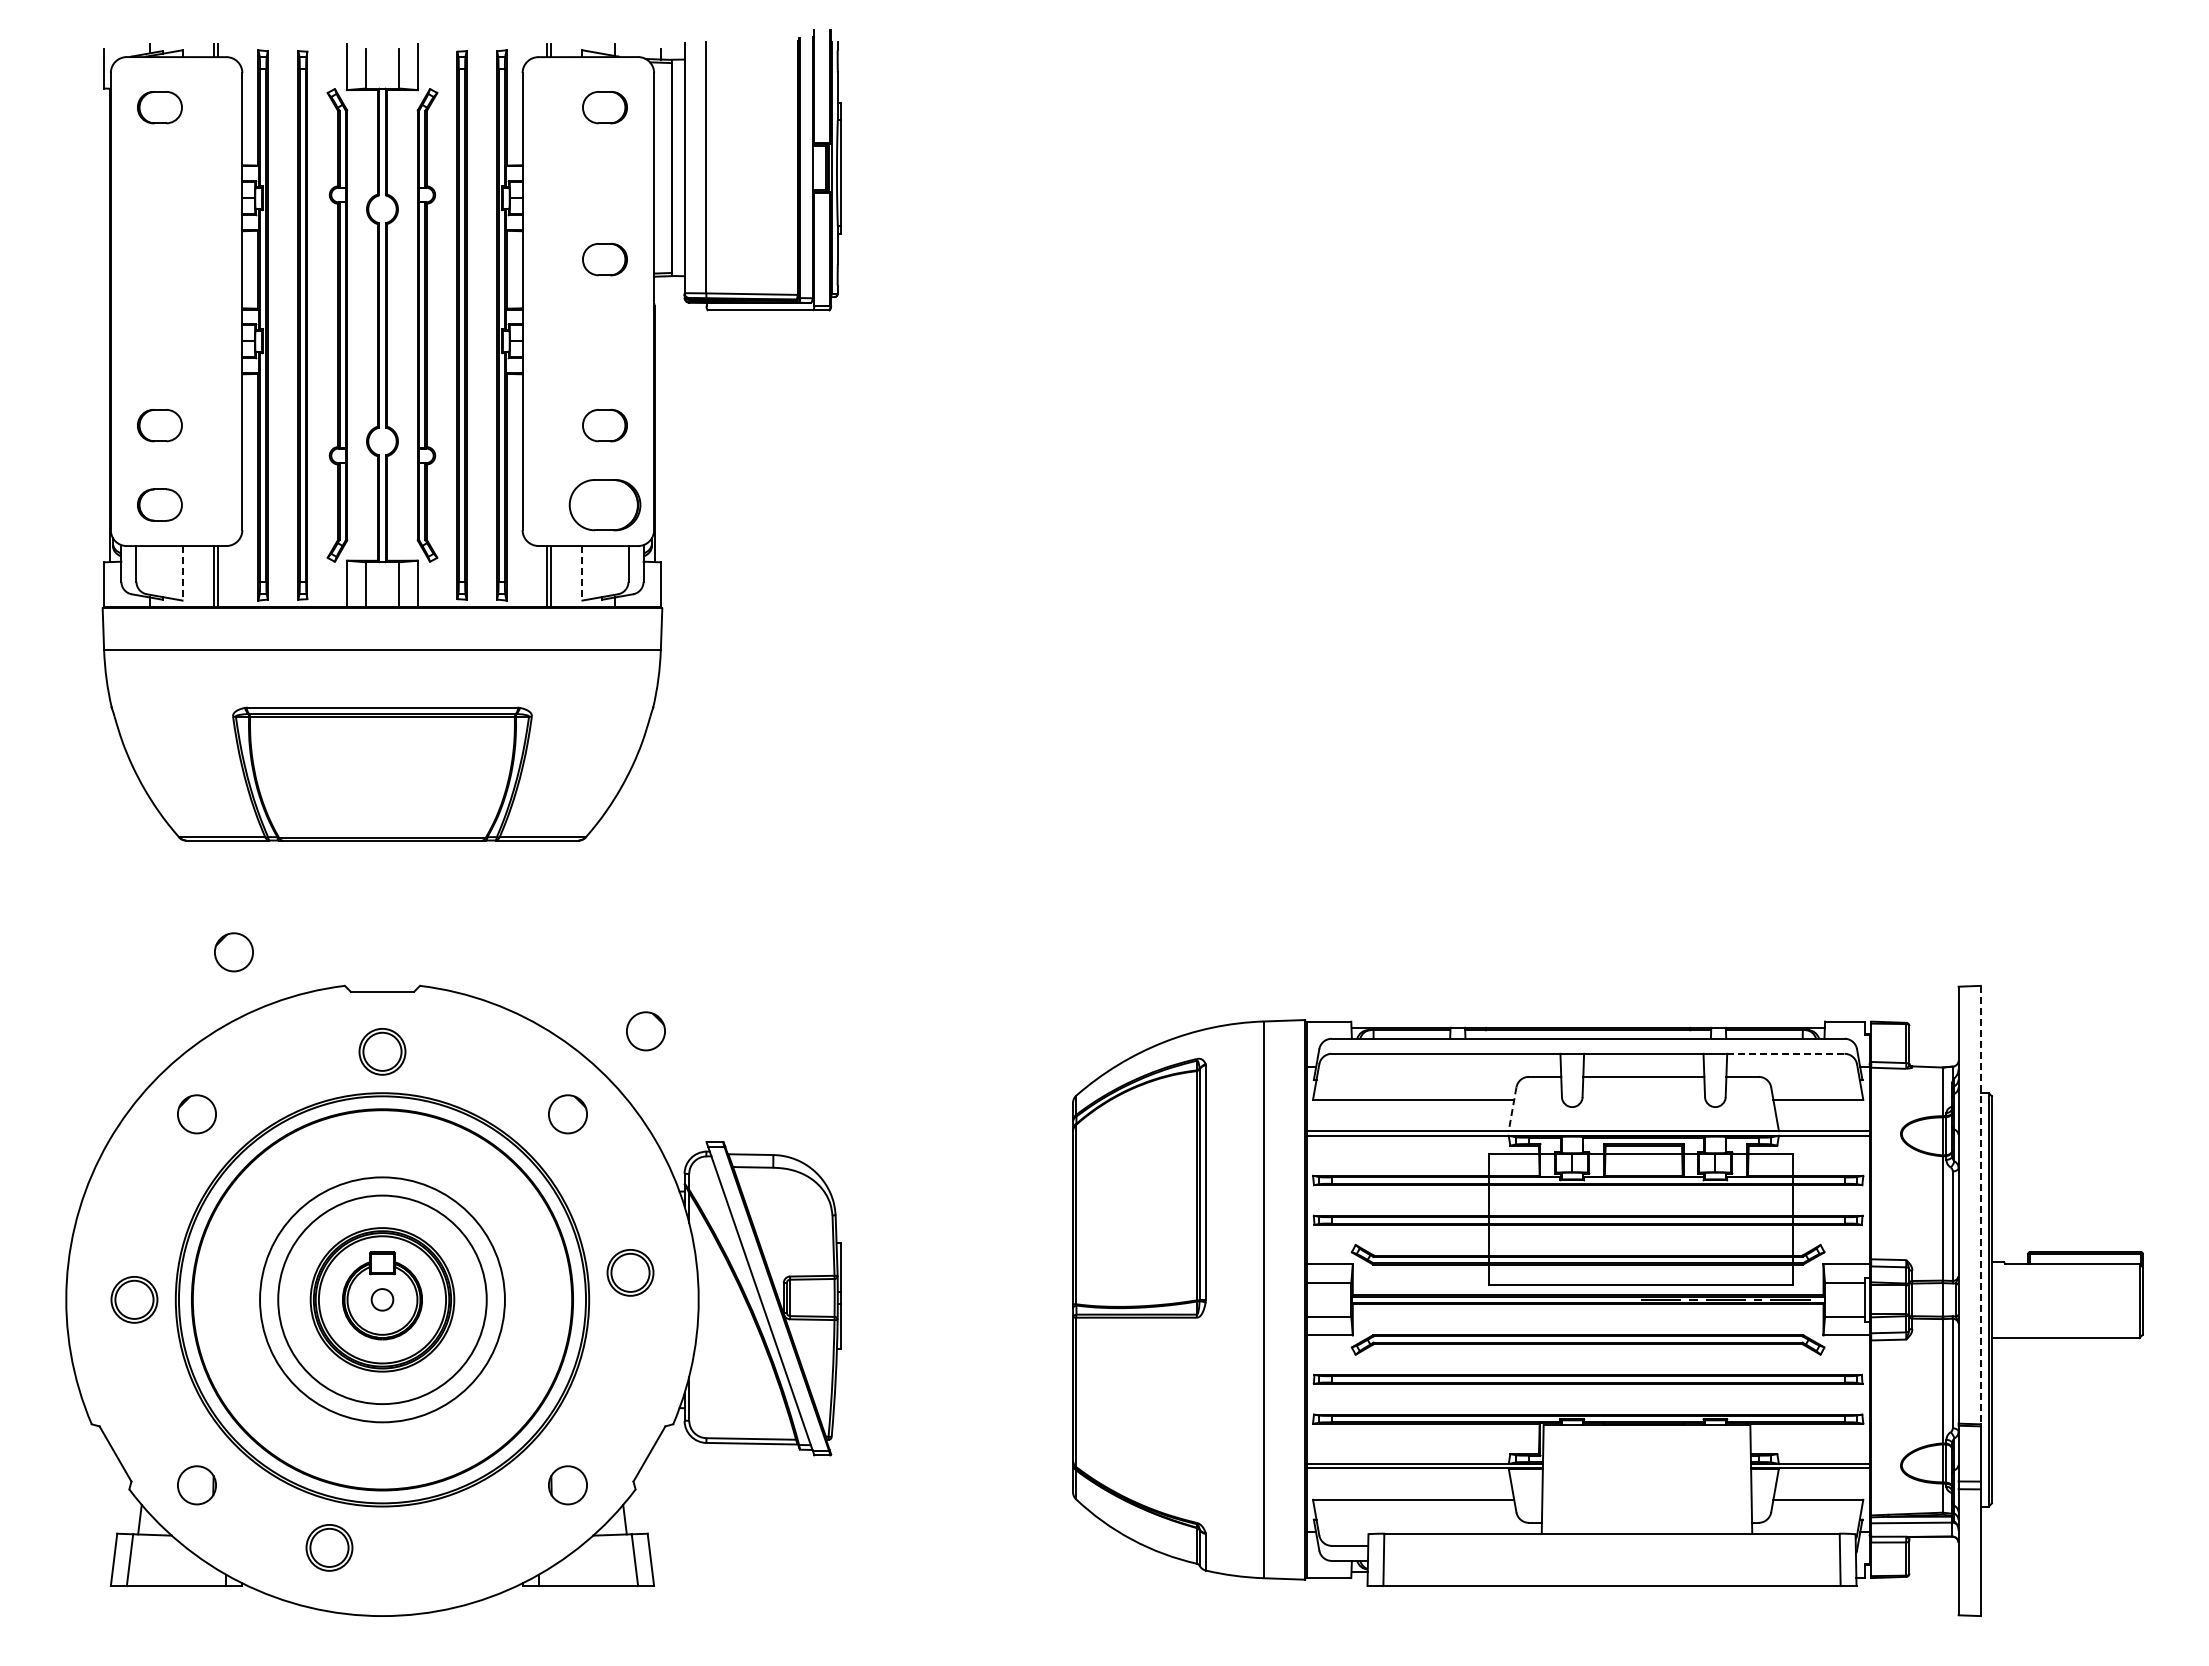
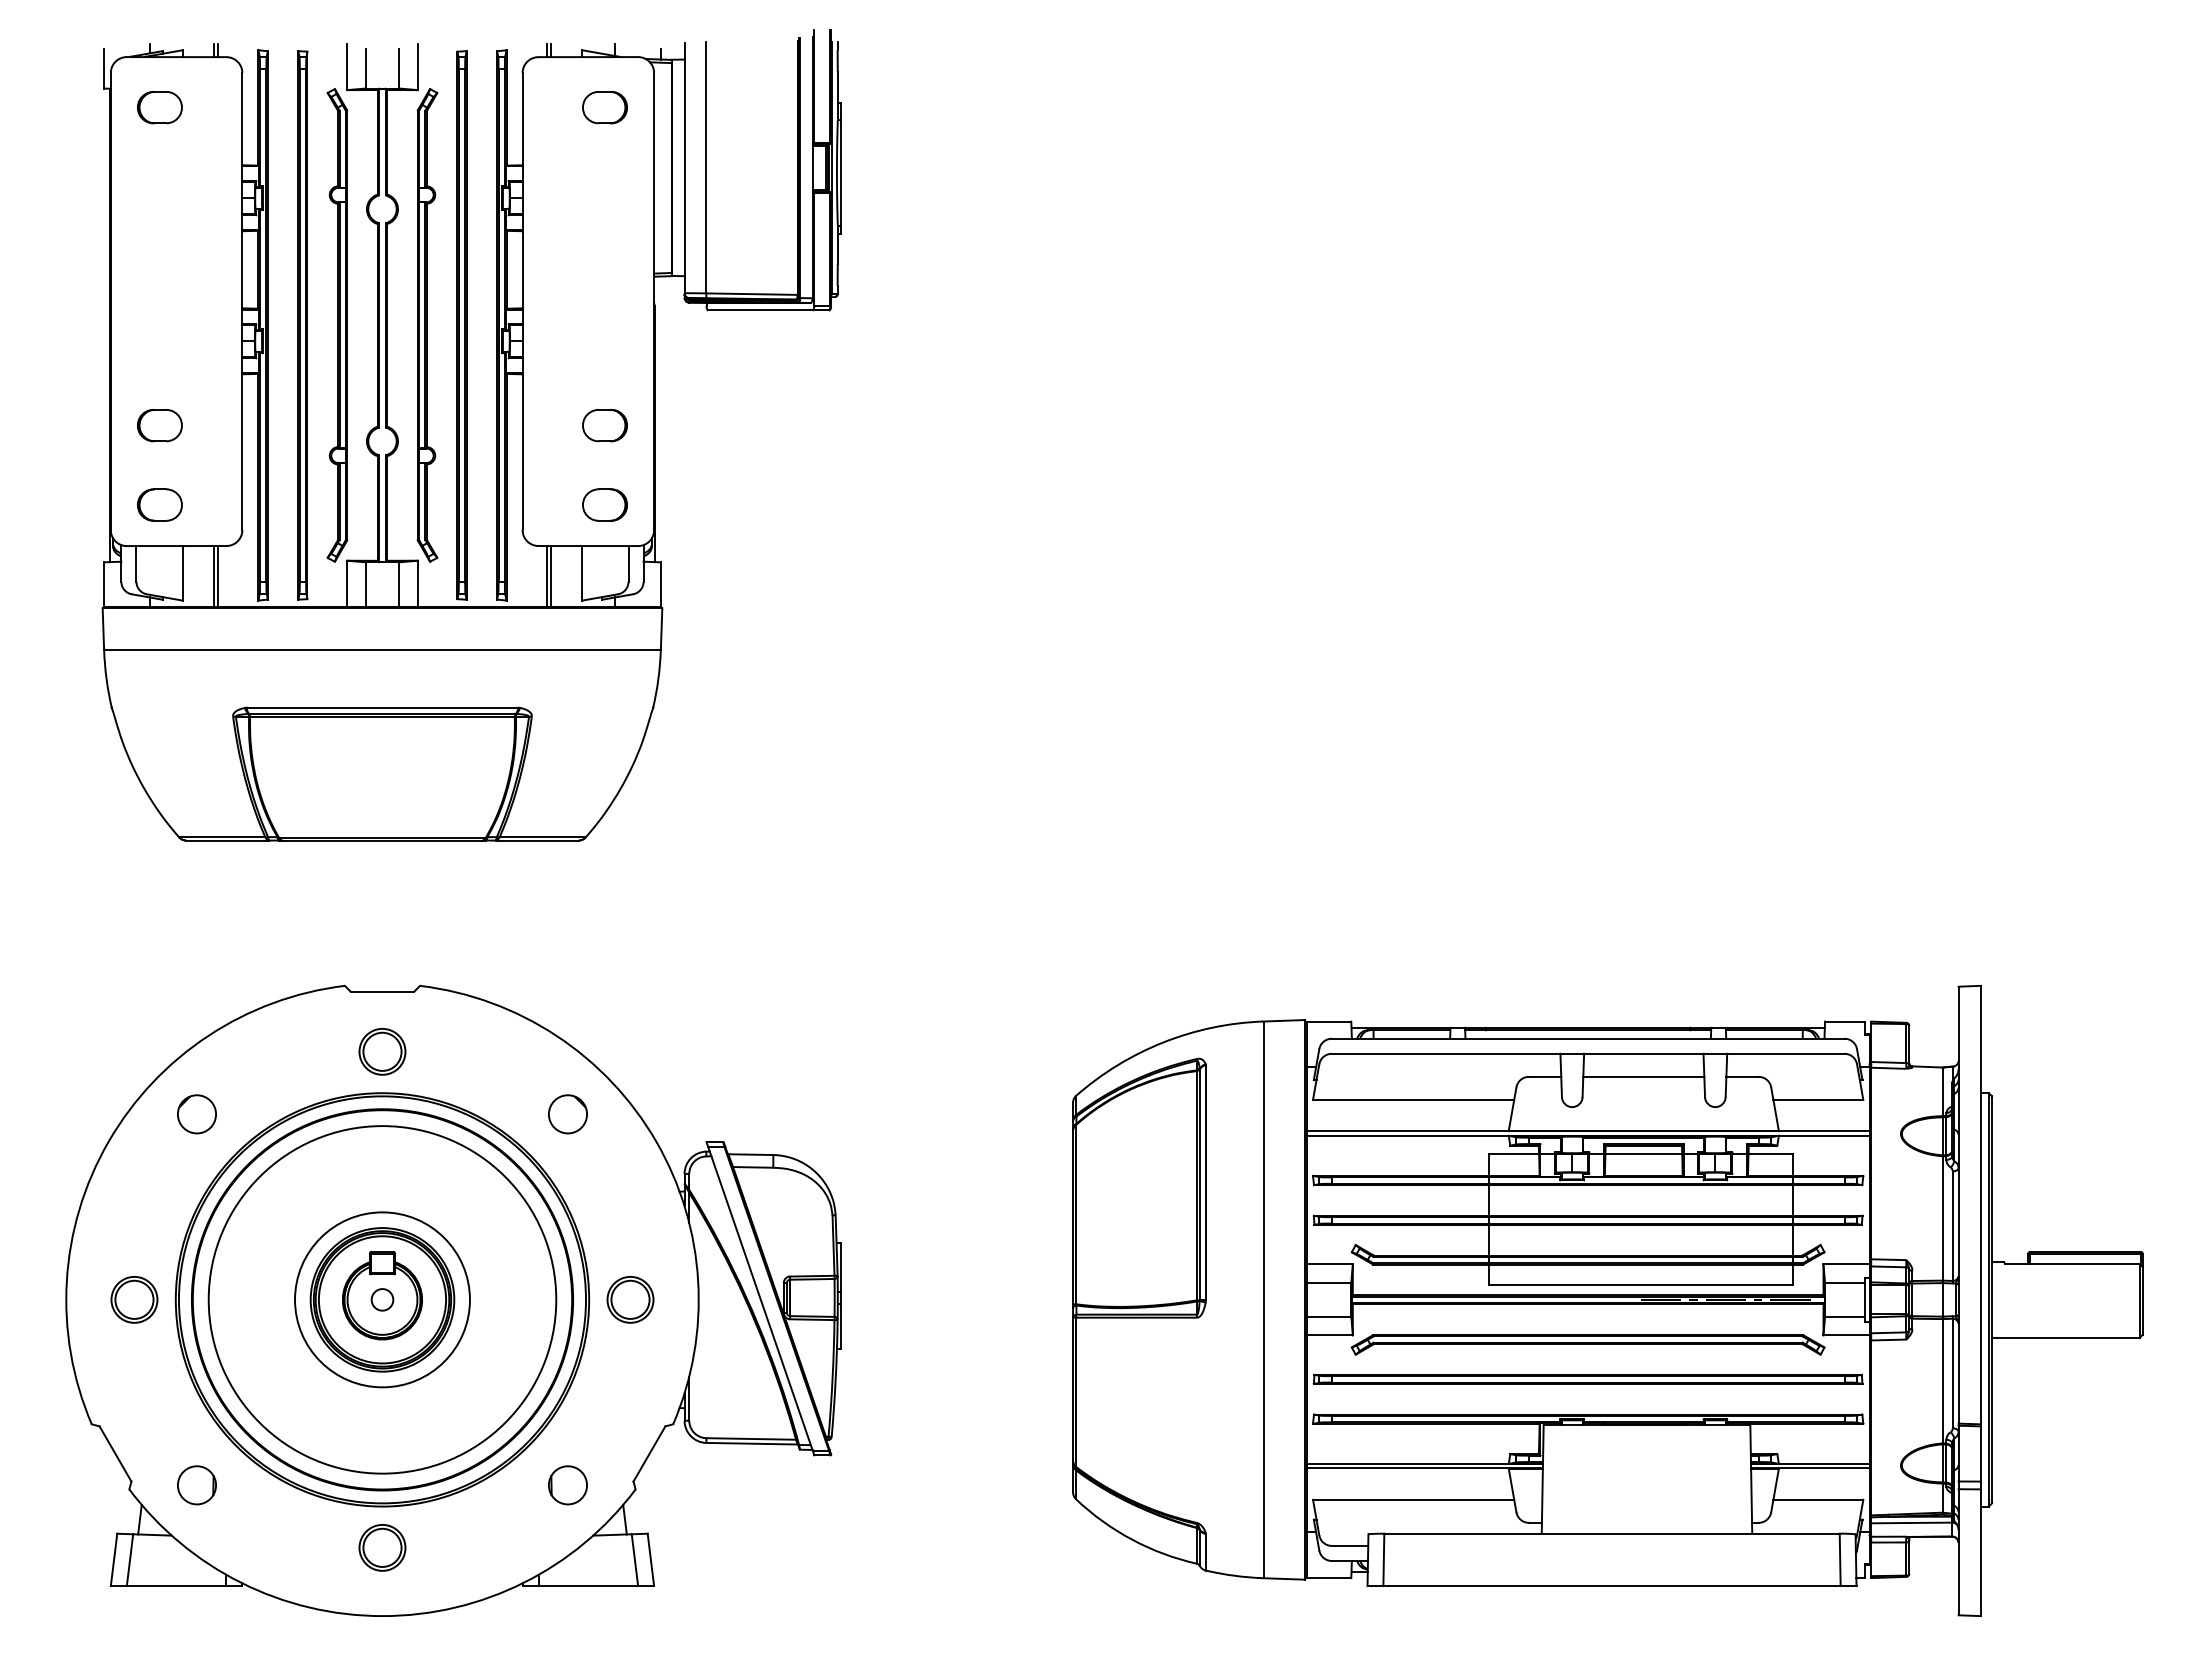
part at (604, 259): present -> none
part at (604, 505) size: 74x53 px -> 46x34 px
line at (182, 573): dashed -> solid
line at (582, 573): dashed -> solid
circle at (233, 952): present -> none
circle at (645, 1031): present -> none
line at (1785, 1053): dashed -> solid
line at (1512, 1109): dashed -> solid
line at (1980, 1205): dashed -> solid
part at (630, 1272) position: (630, 1272) -> (630, 1299)
circle at (382, 1299) diameter: 209 px -> 348 px
circle at (382, 1299) diameter: 245 px -> 175 px
part at (329, 1547) position: (329, 1547) -> (382, 1547)
